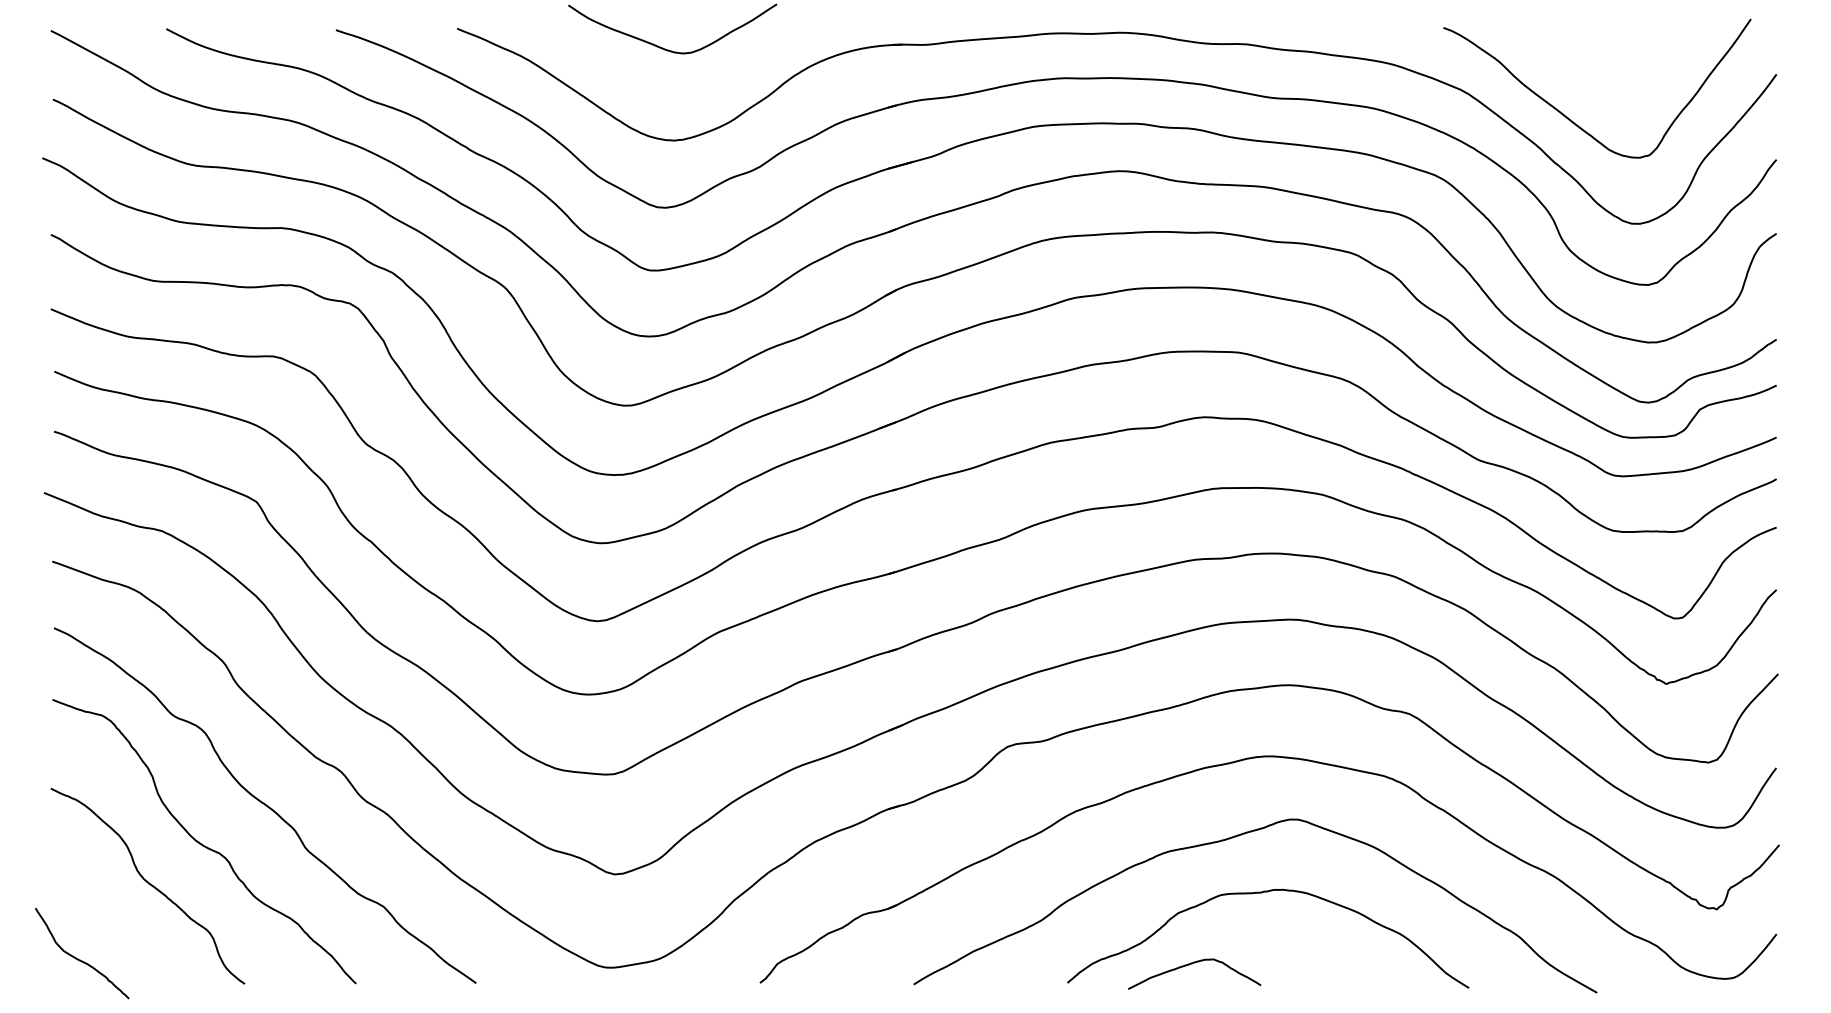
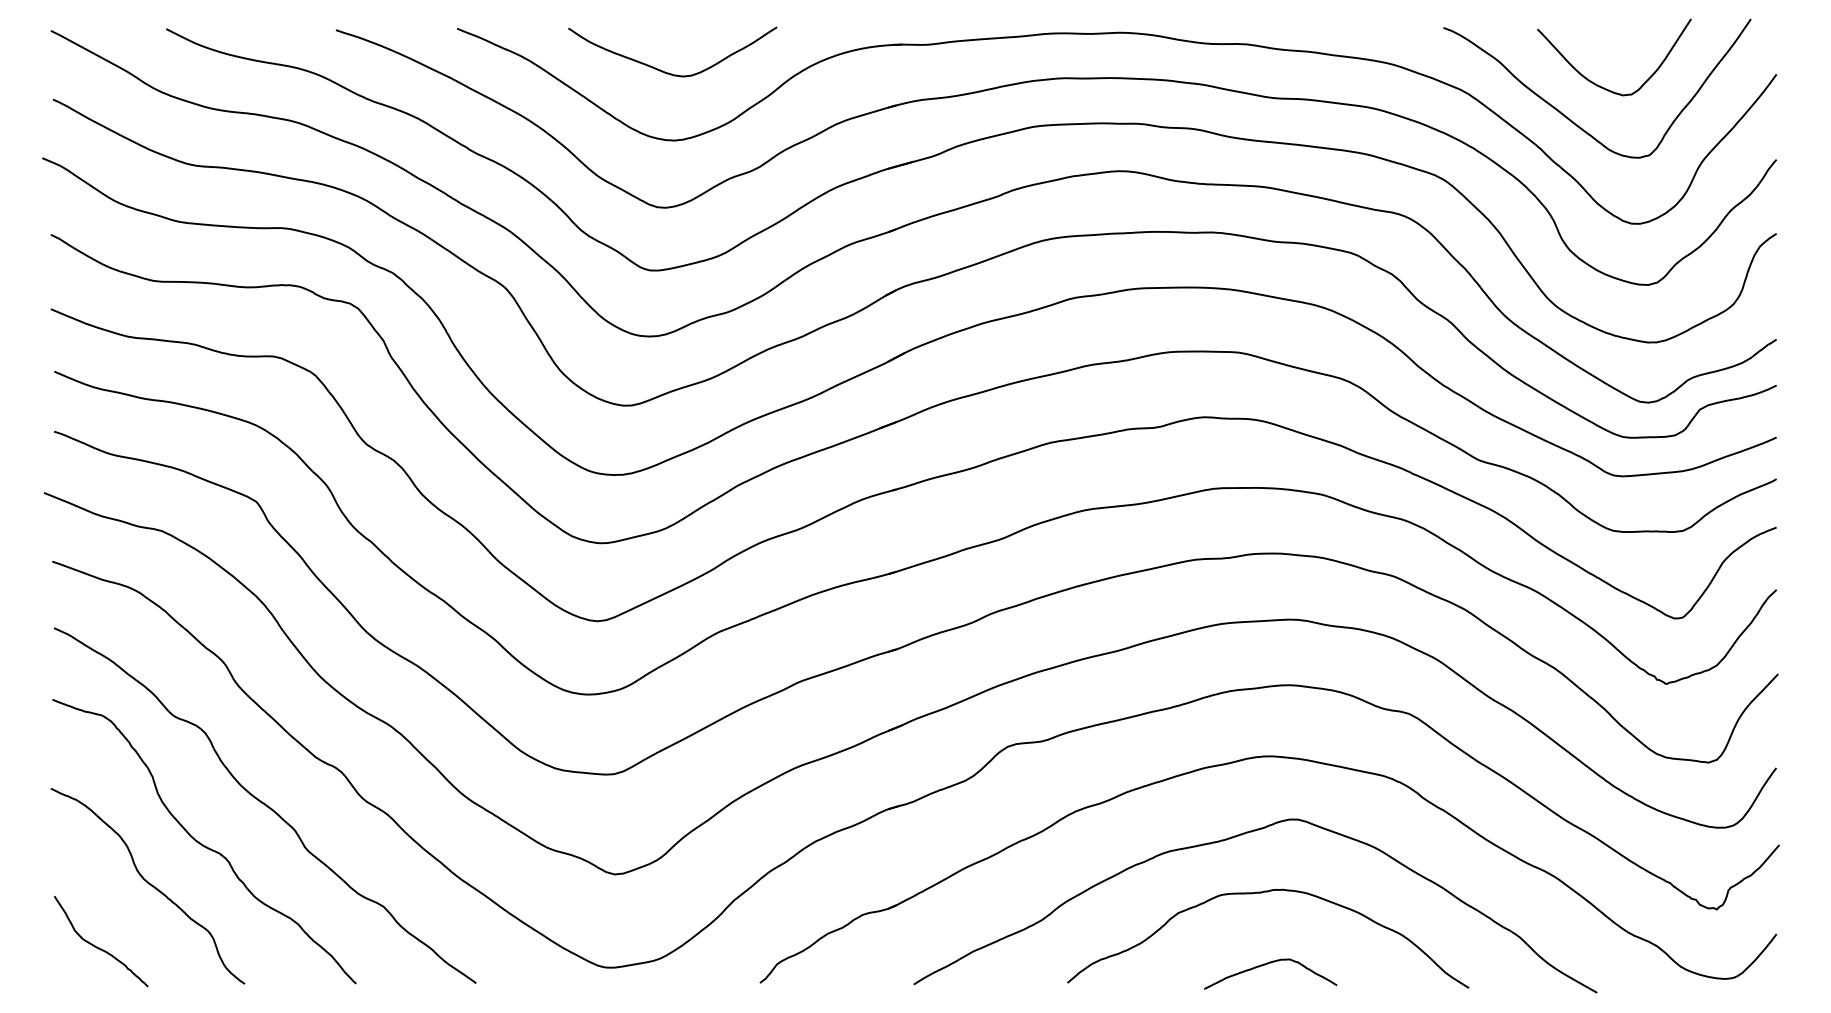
curve at (663, 47) position: (663, 47) -> (663, 70)
curve at (1600, 85): none -> present
curve at (80, 959) position: (80, 959) -> (99, 947)
curve at (1192, 964) position: (1192, 964) -> (1268, 964)
